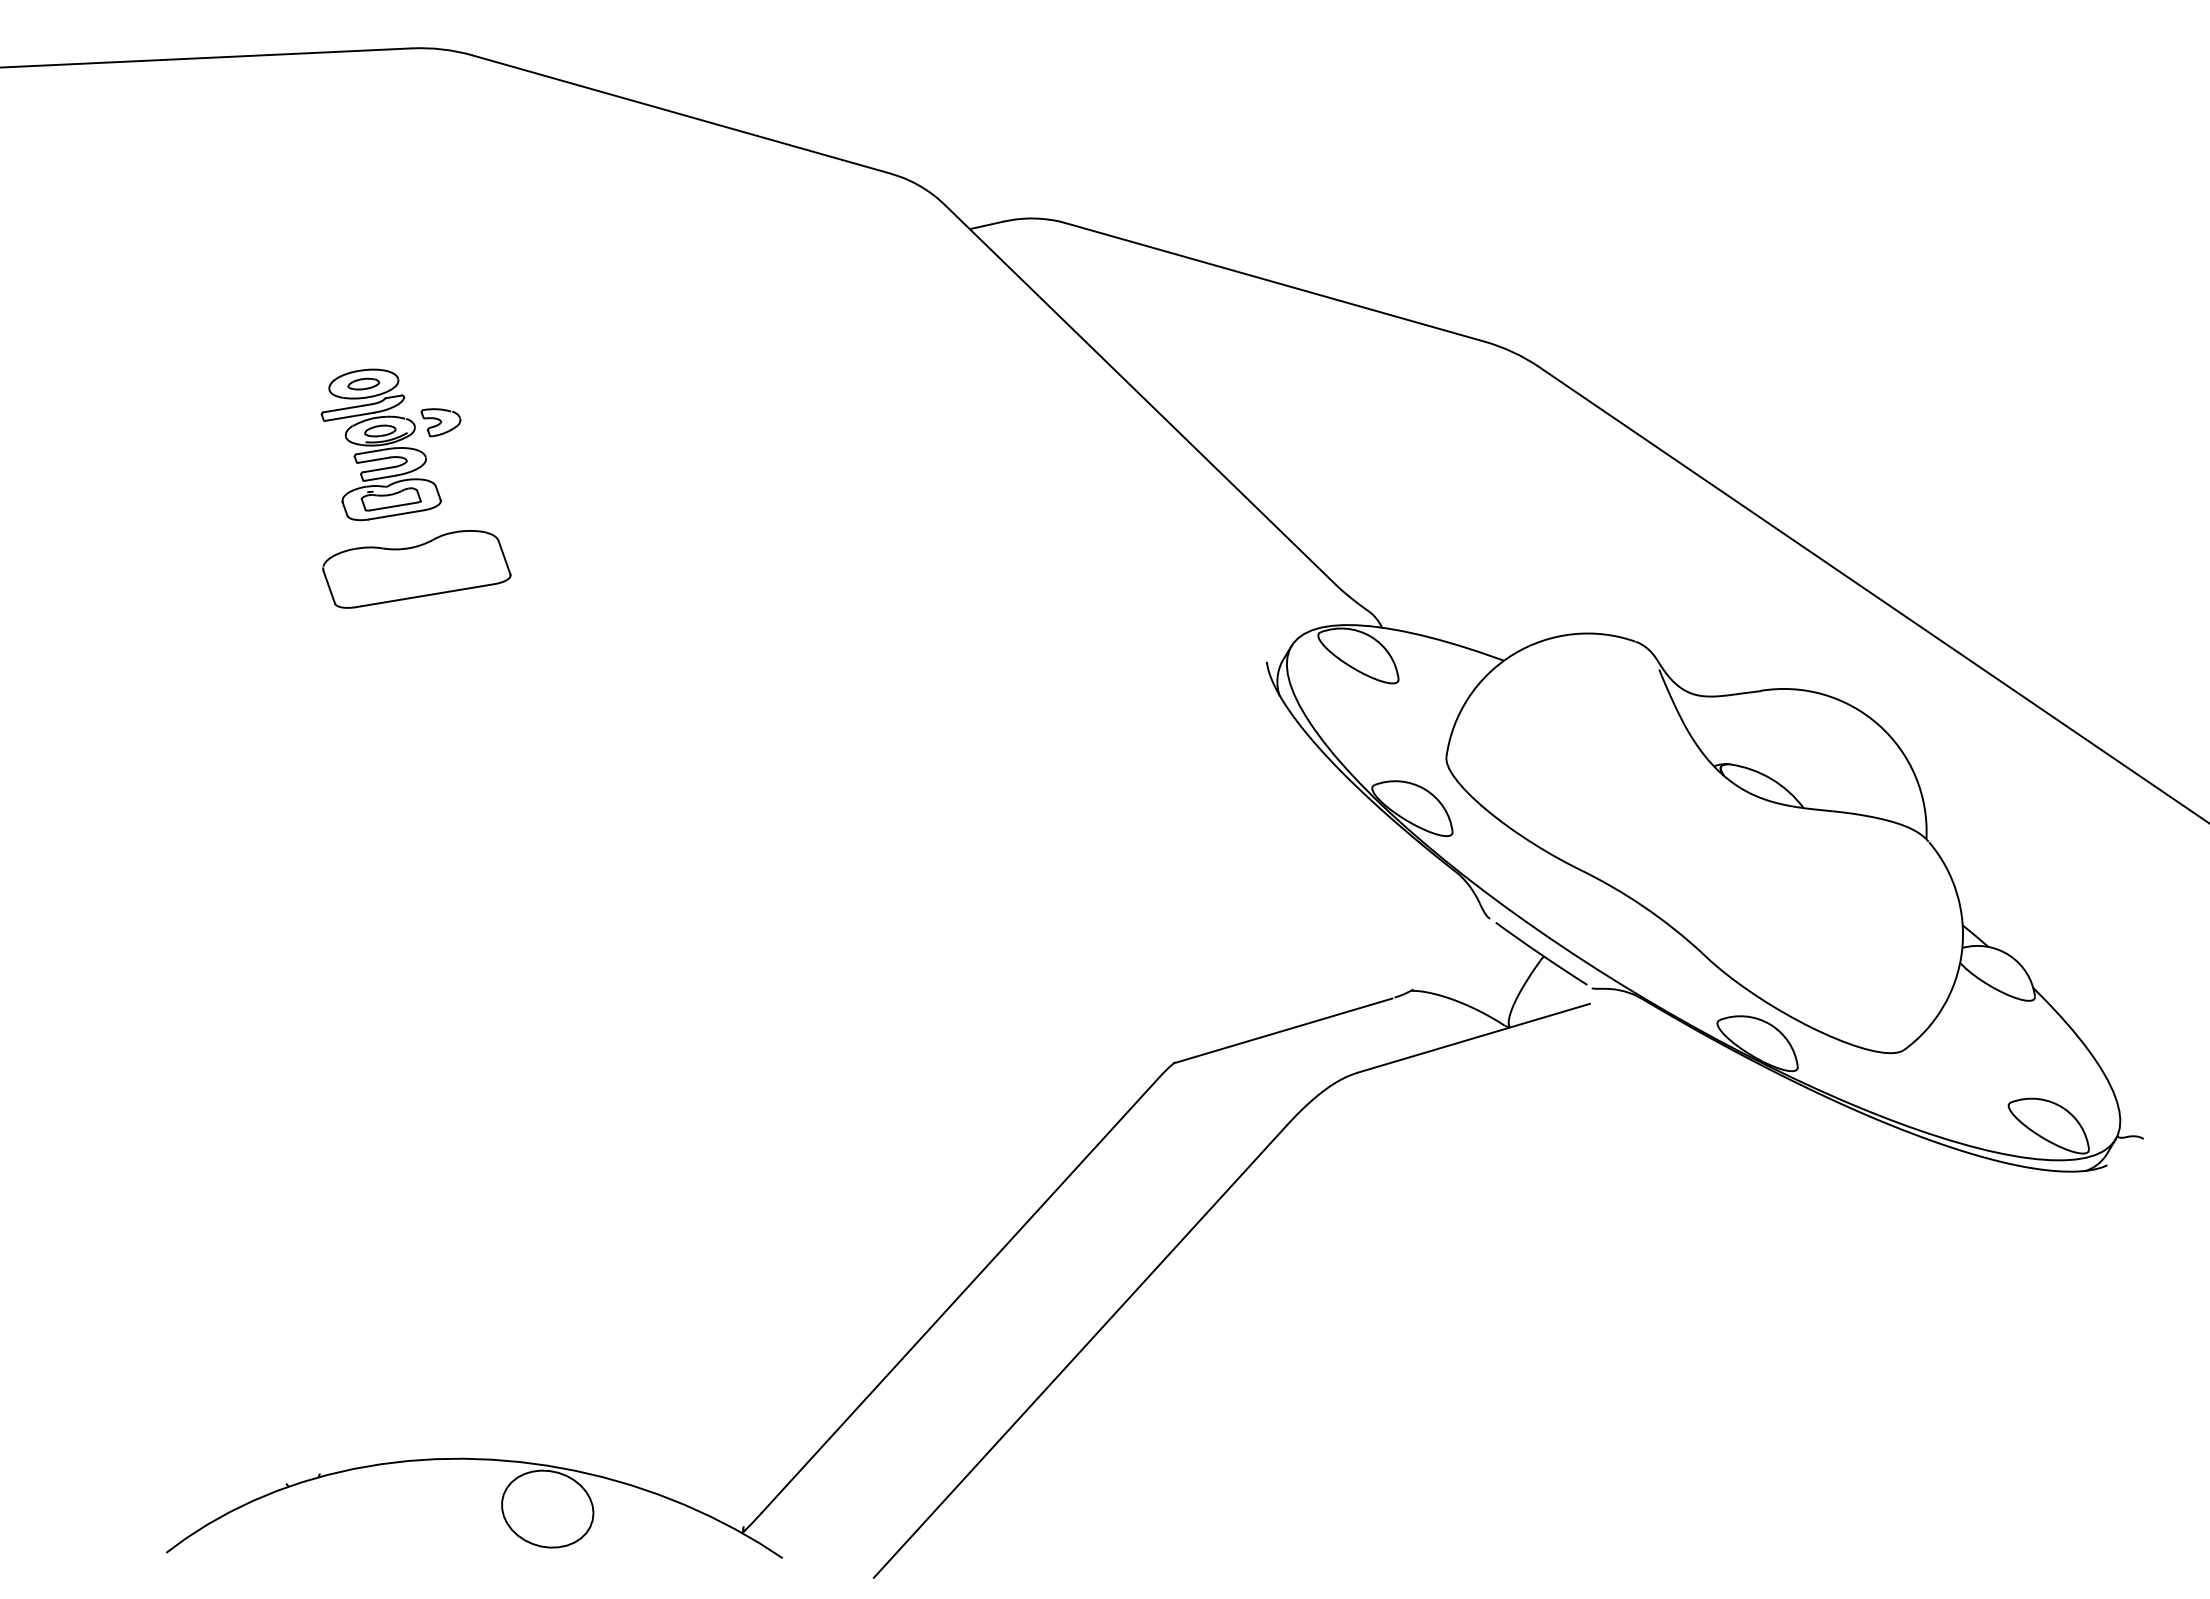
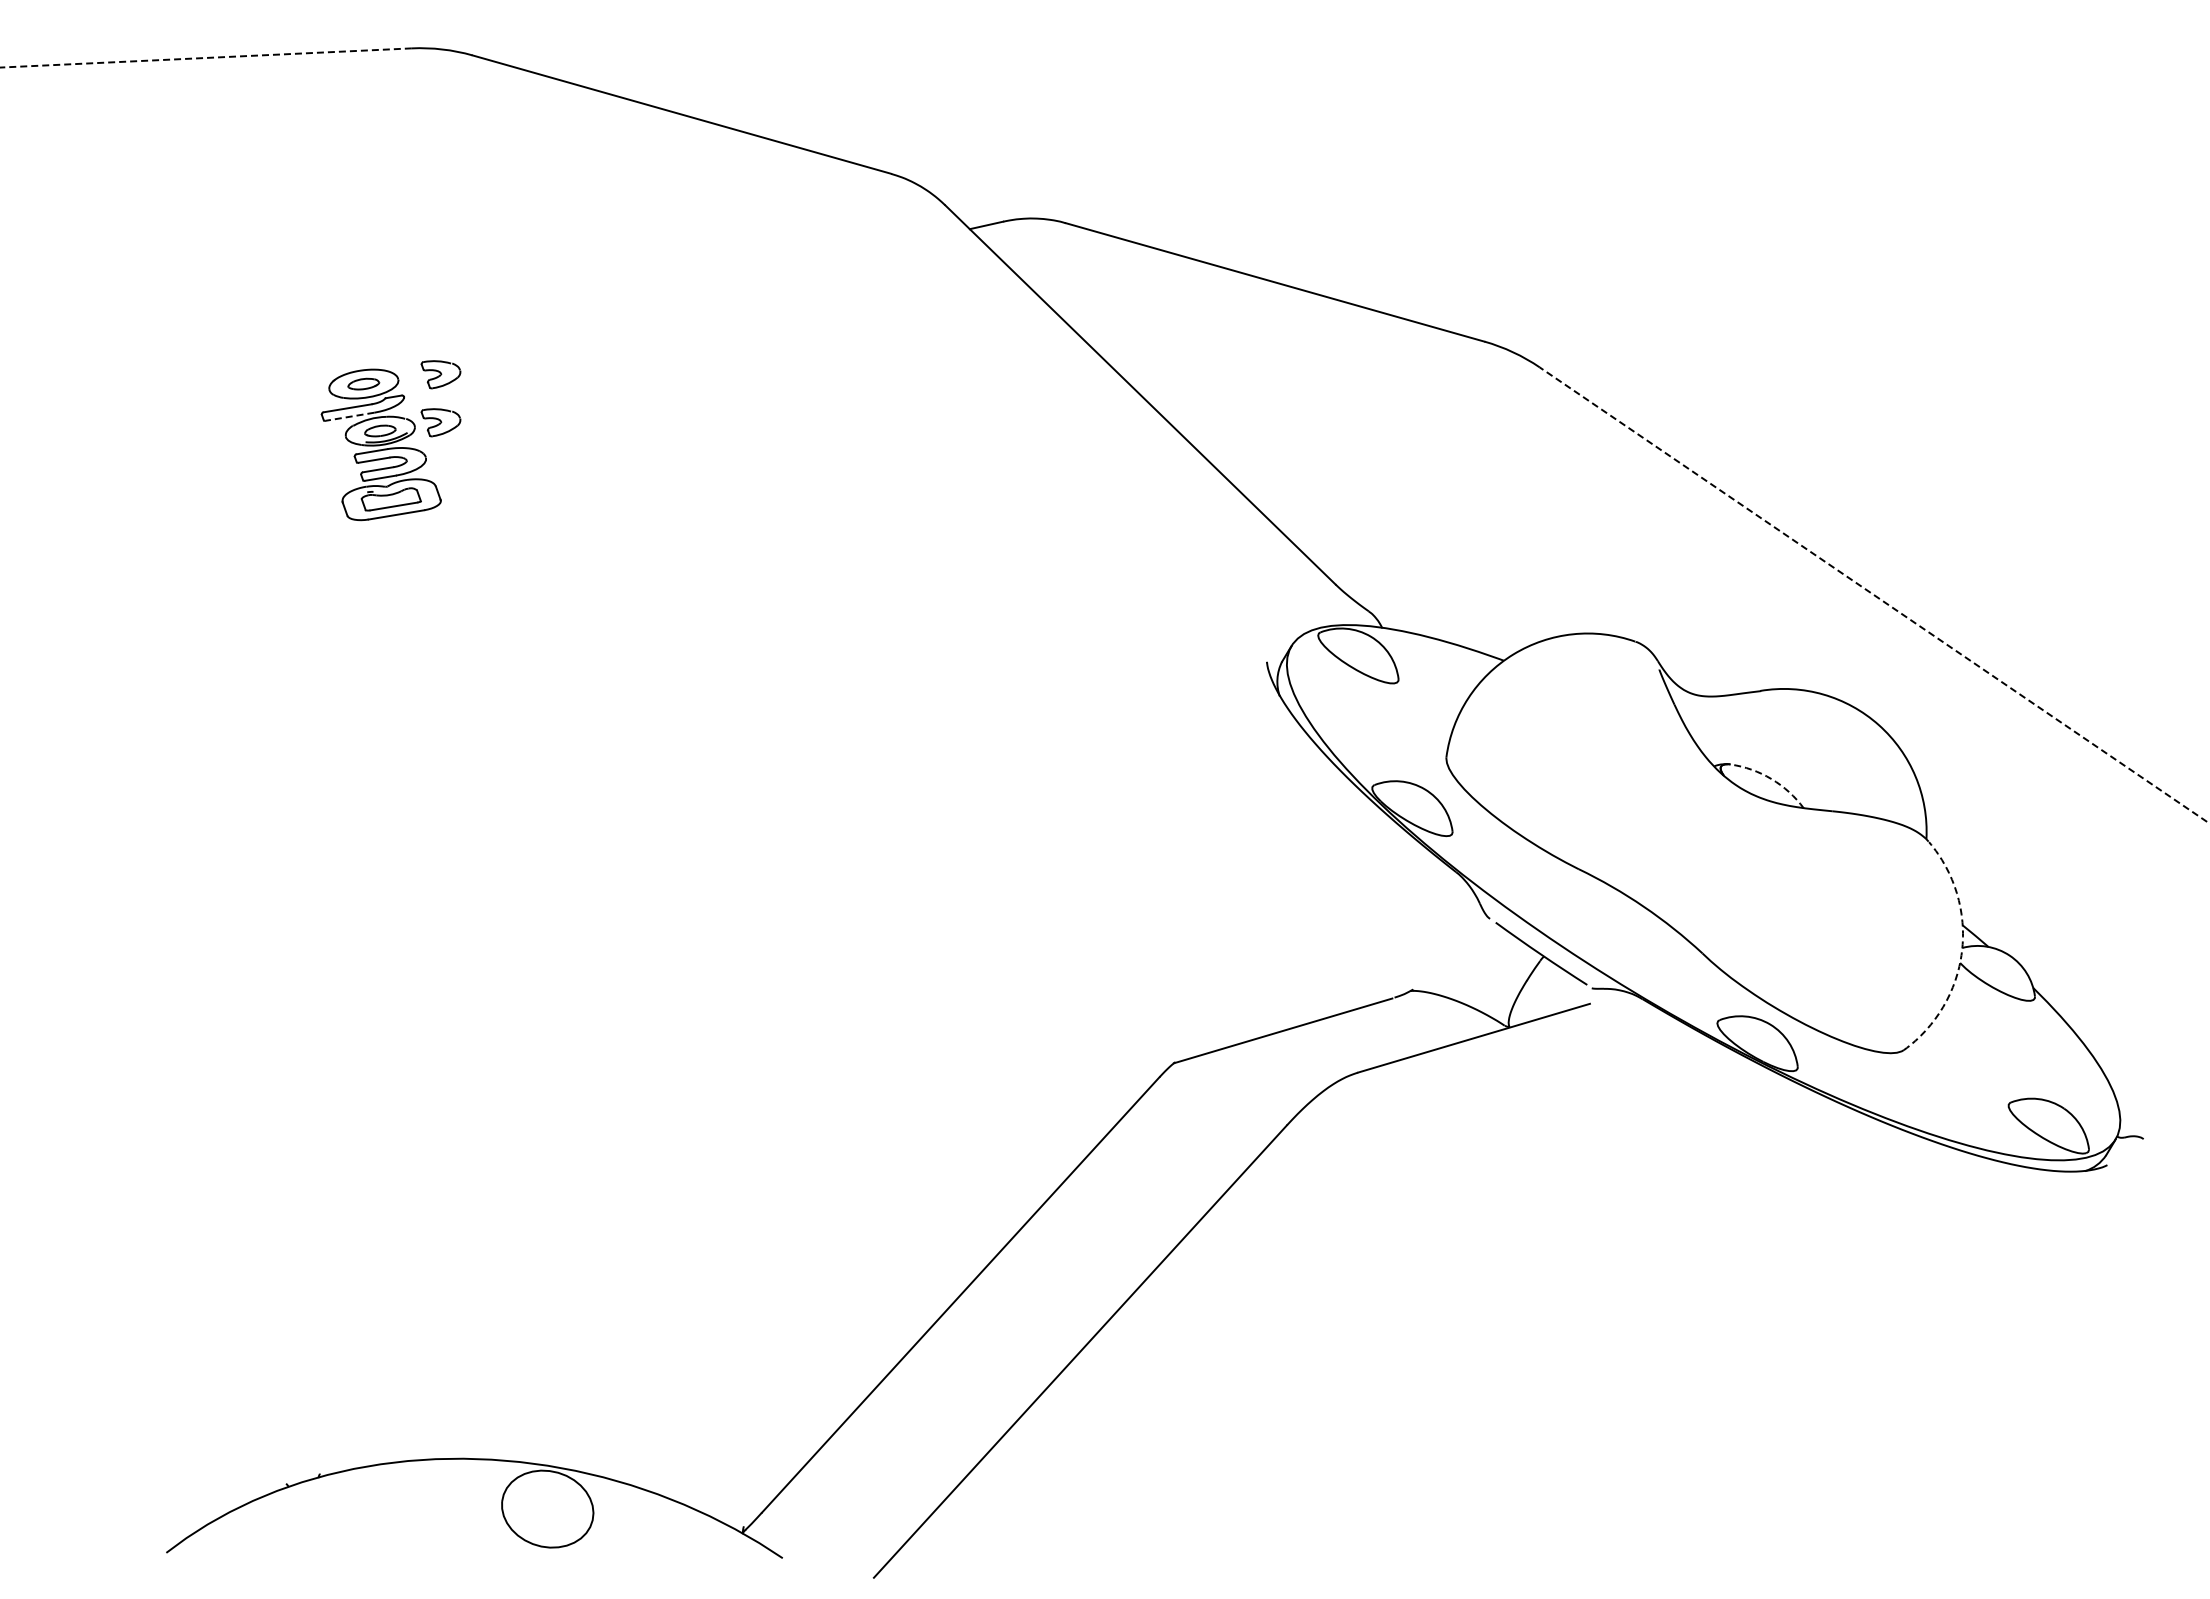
line at (206, 57): solid -> dashed
part at (440, 374): none -> present
line at (350, 416): solid -> dashed
part at (416, 569): present -> none
line at (1874, 595): solid -> dashed
arc at (1771, 779): solid -> dashed
arc at (1961, 951): solid -> dashed
